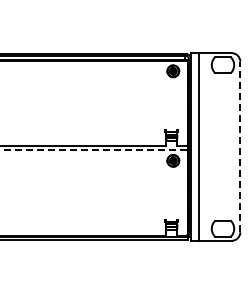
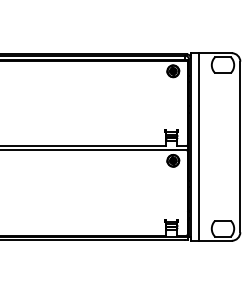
line at (240, 146): dashed -> solid
line at (94, 150): dashed -> solid
